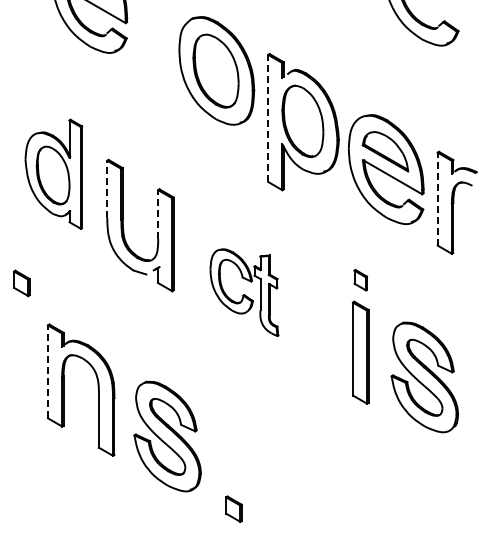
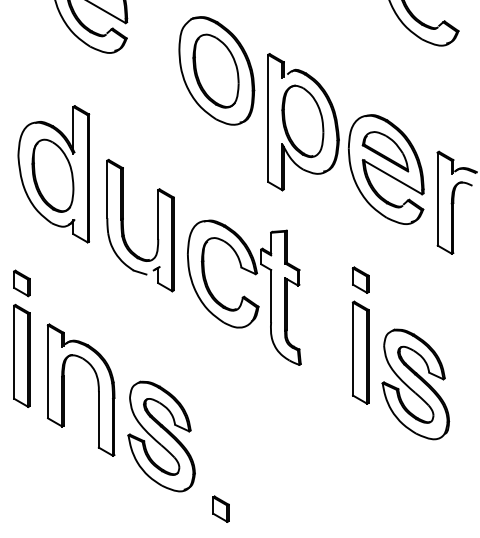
line at (268, 118): dashed -> solid
part at (53, 173) size: 60x112 px -> 74x139 px
line at (107, 189): dashed -> solid
line at (437, 198): dashed -> solid
line at (158, 214): dashed -> solid
part at (360, 280) size: 16x23 px -> 19x28 px
part at (244, 292) size: 71x89 px -> 115x147 px
part at (21, 355): none -> present
line at (48, 371): dashed -> solid
part at (424, 377) position: (424, 377) -> (415, 384)
part at (167, 436) position: (167, 436) -> (161, 436)
part at (233, 508) position: (233, 508) -> (220, 508)
